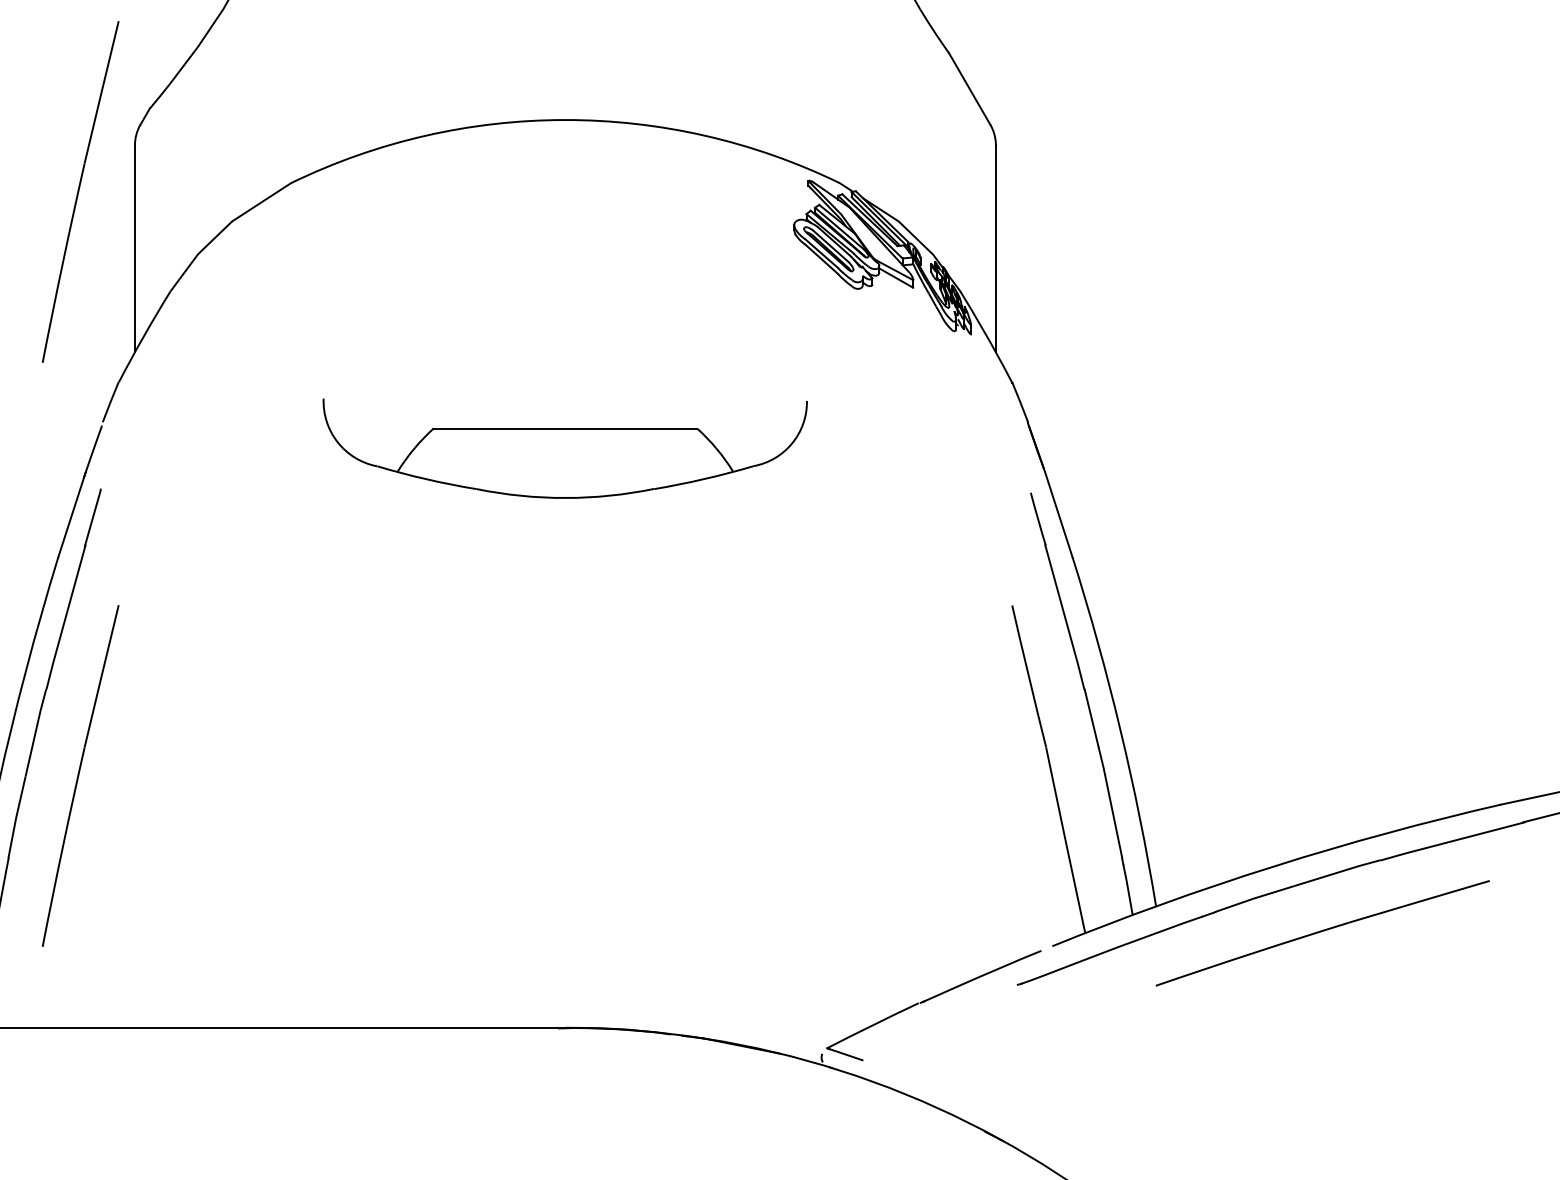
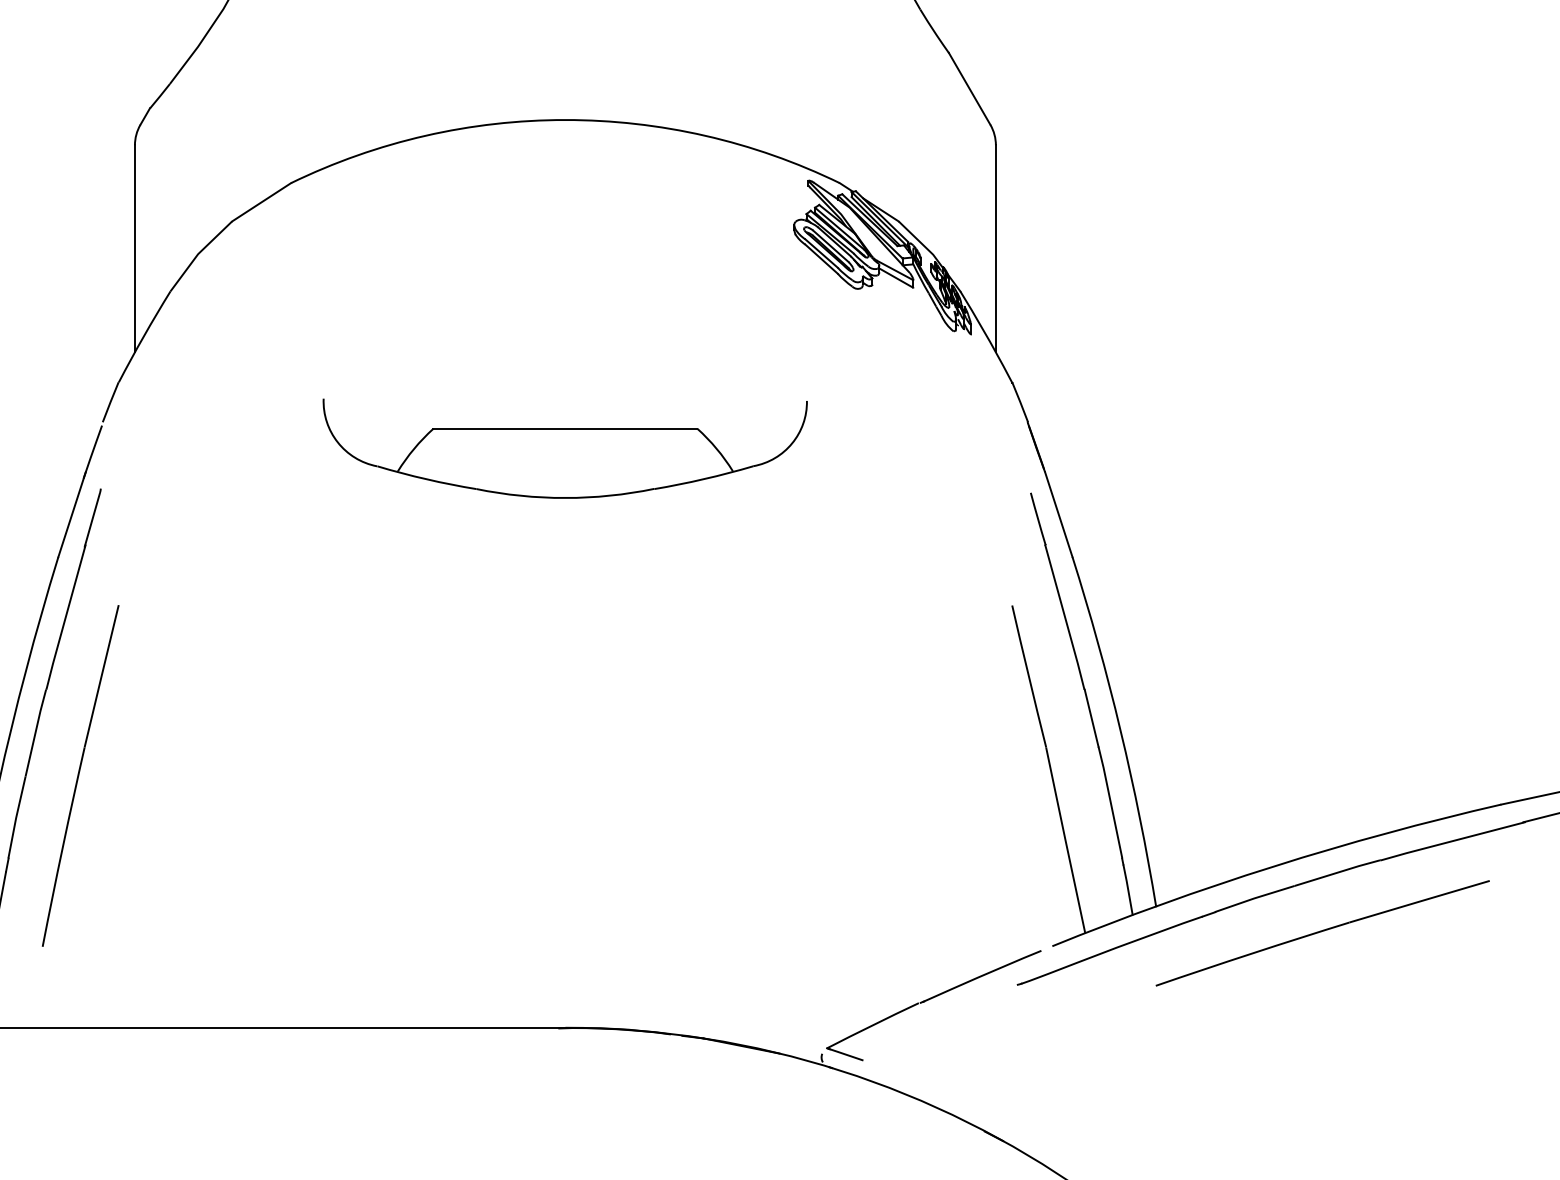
part at (80, 191): present -> none
